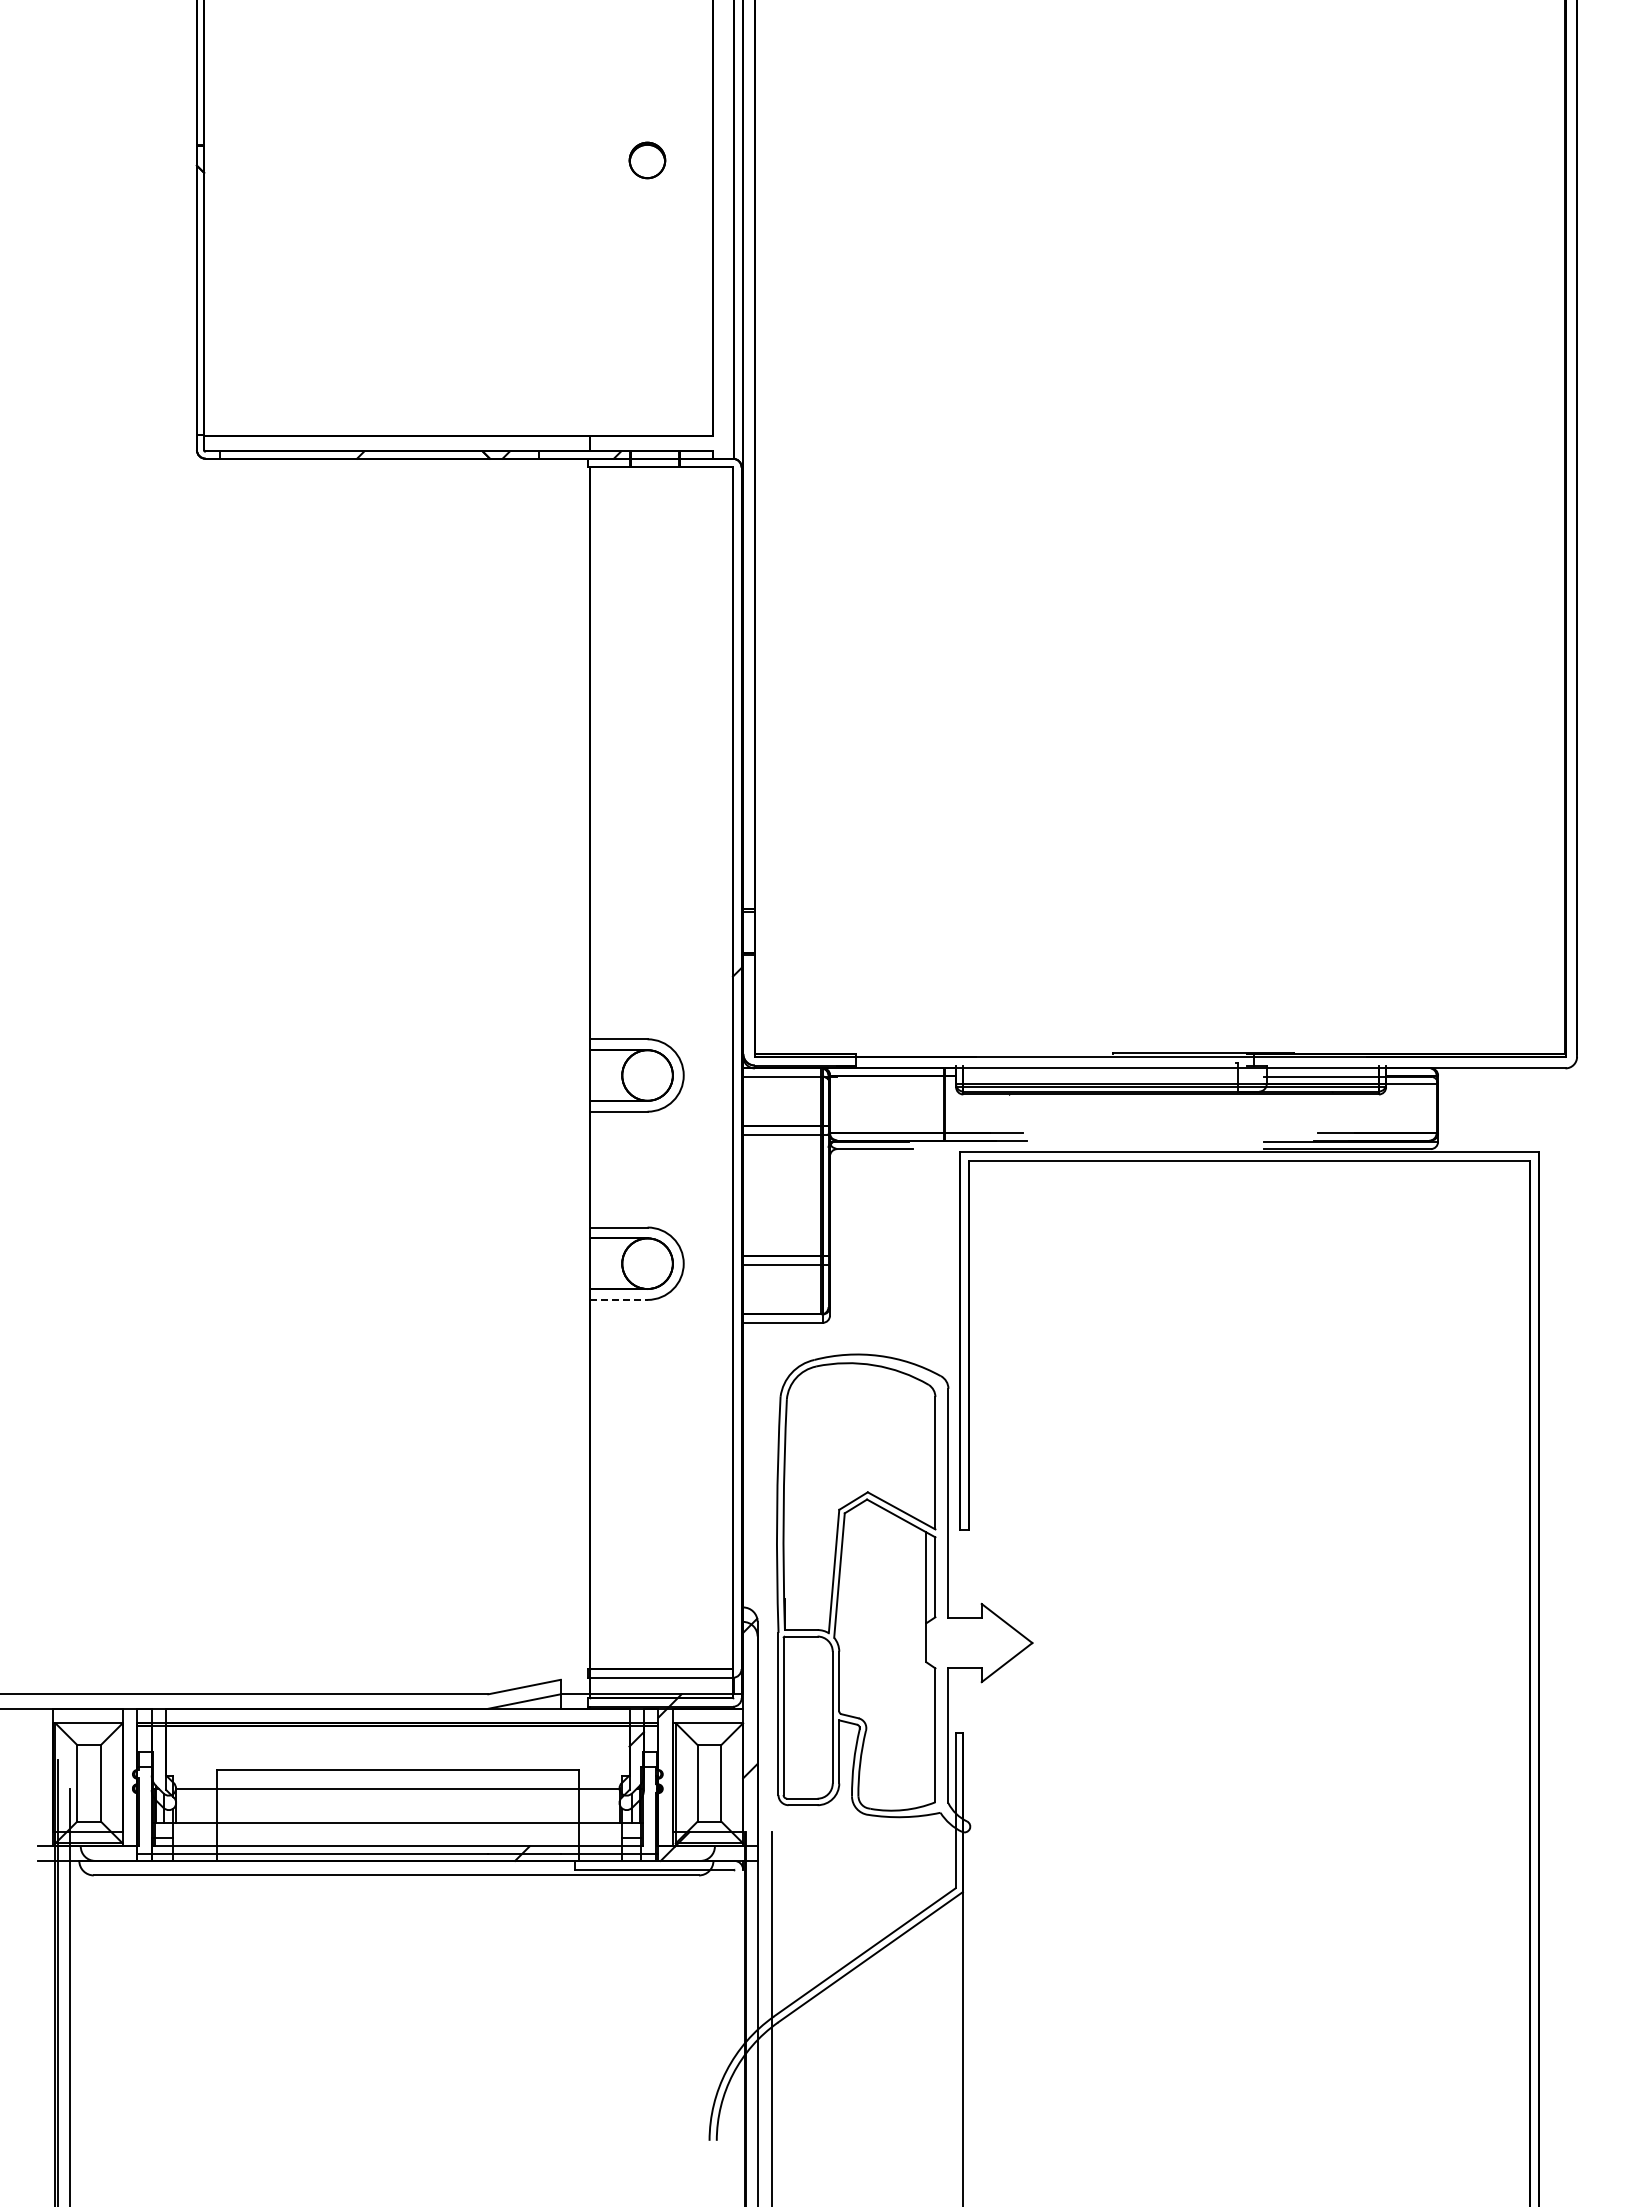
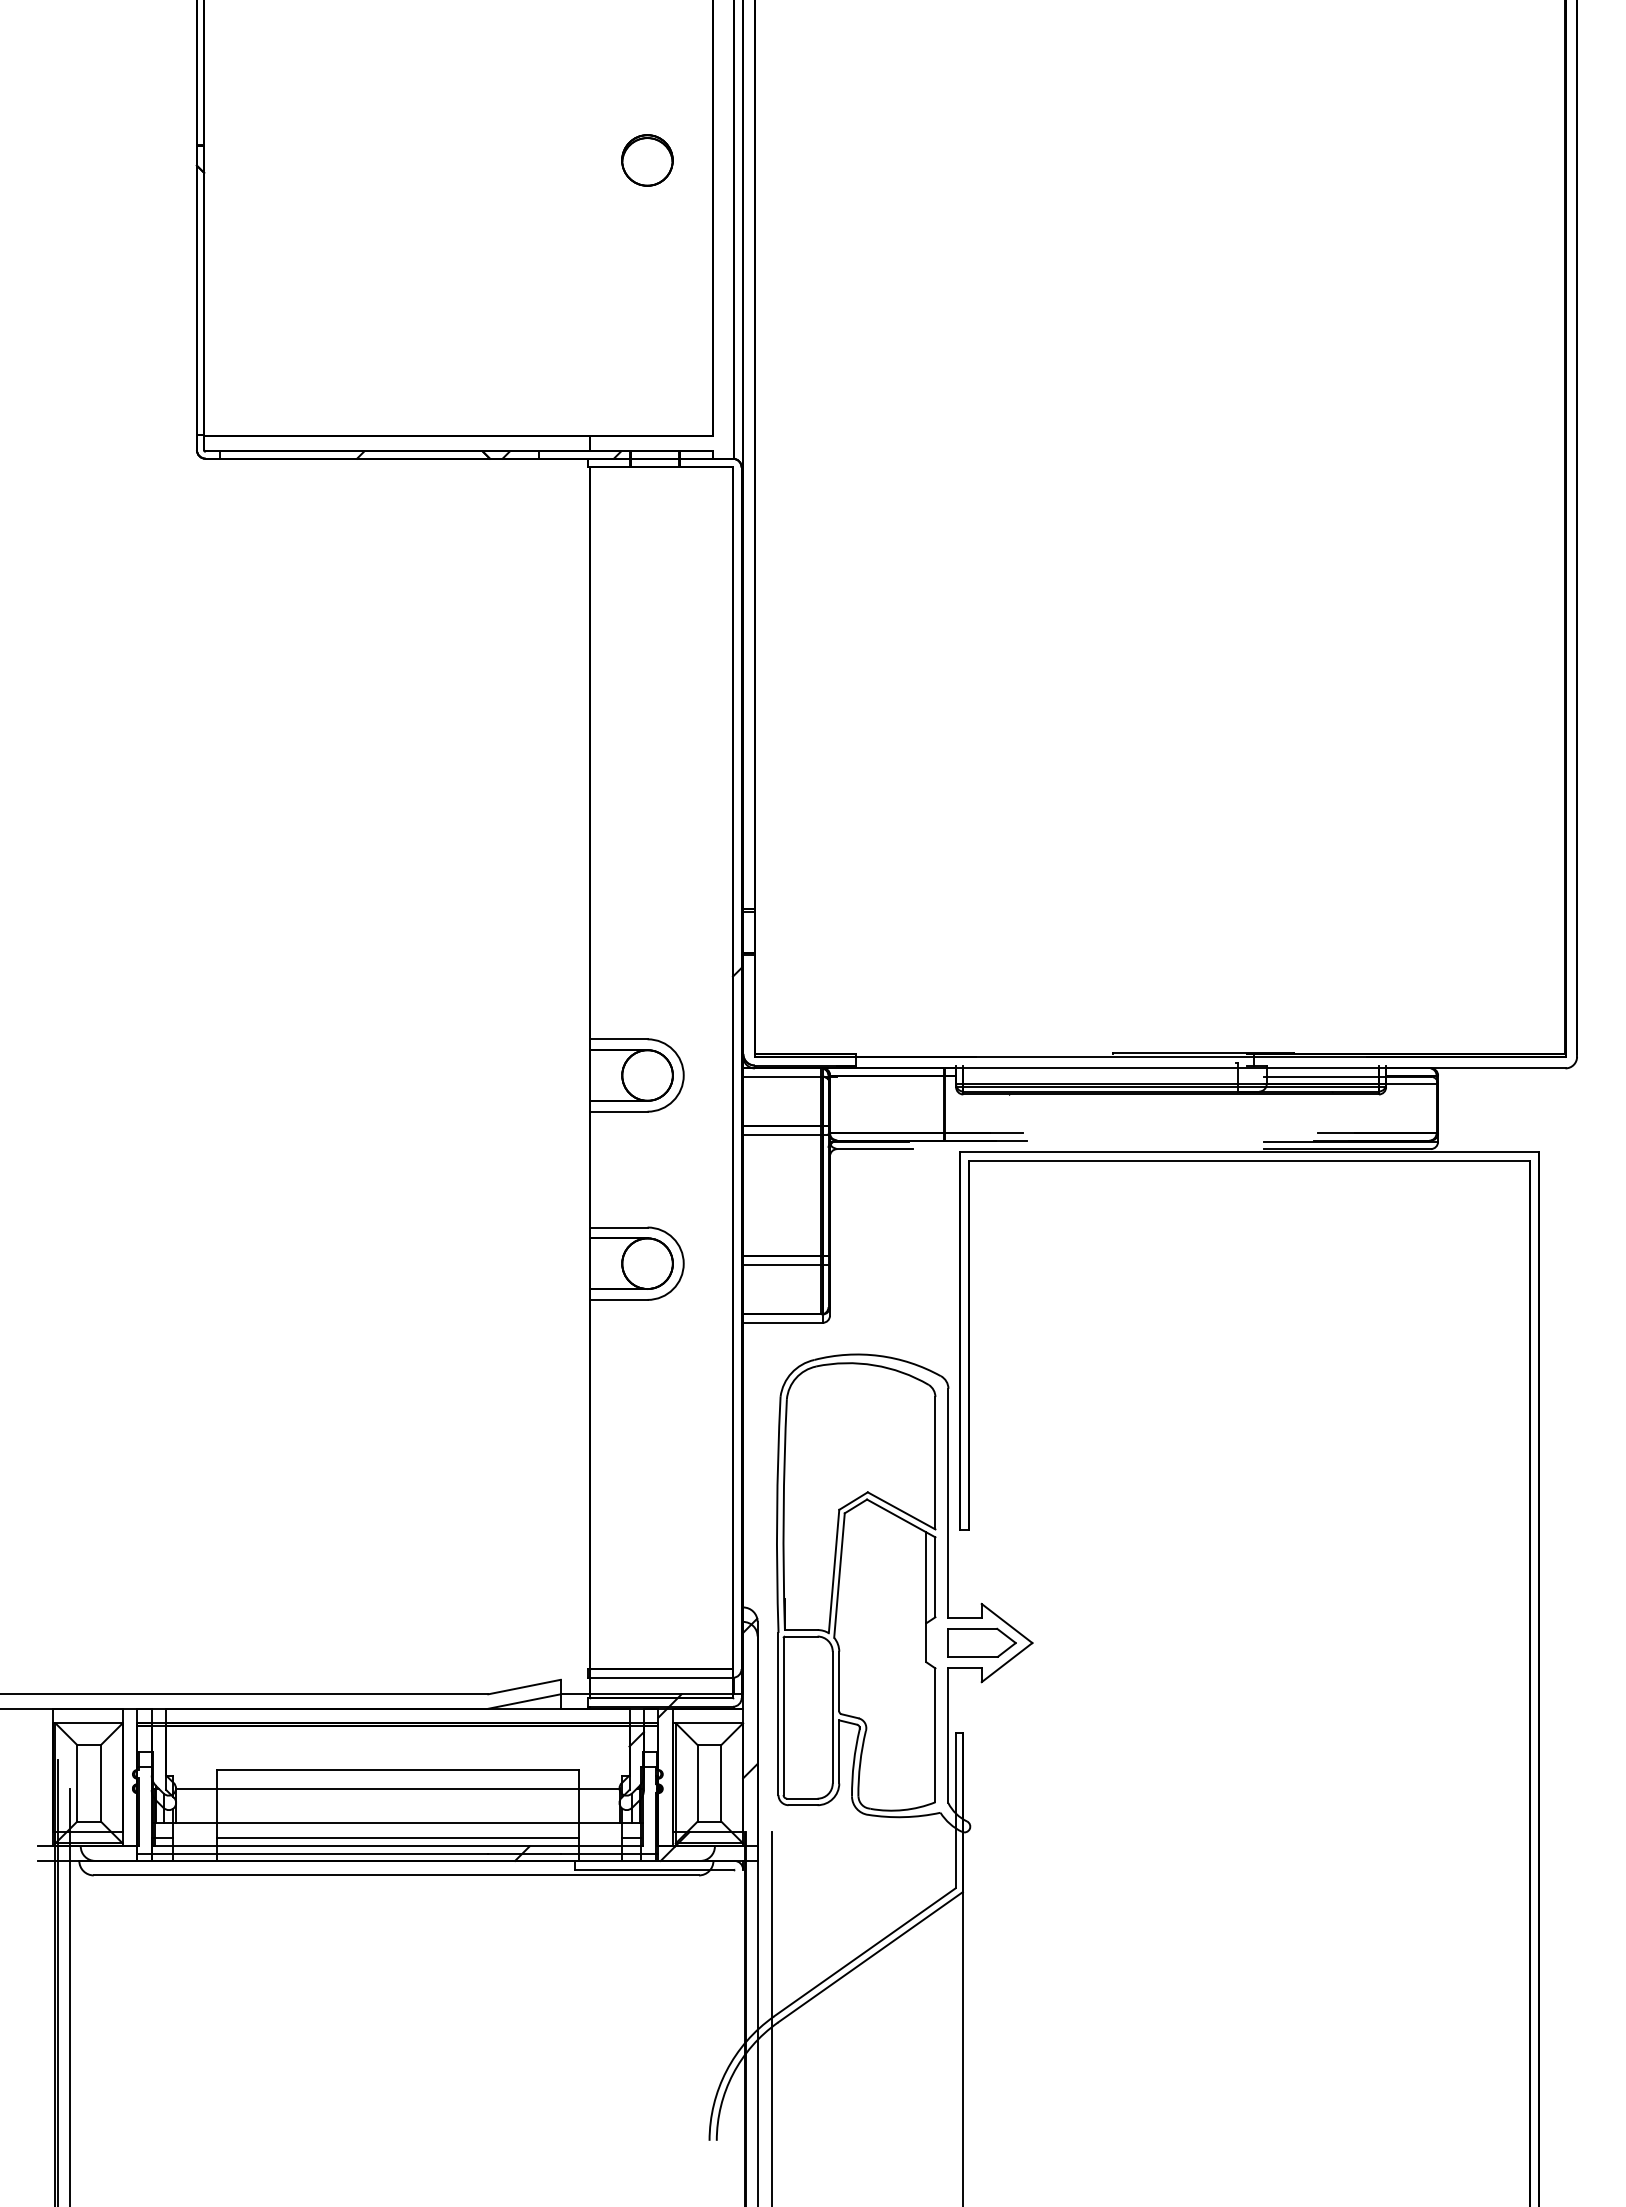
part at (647, 160) size: 39x39 px -> 53x53 px
line at (618, 1299): dashed -> solid
part at (981, 1642): none -> present
line at (397, 1837): none -> present
